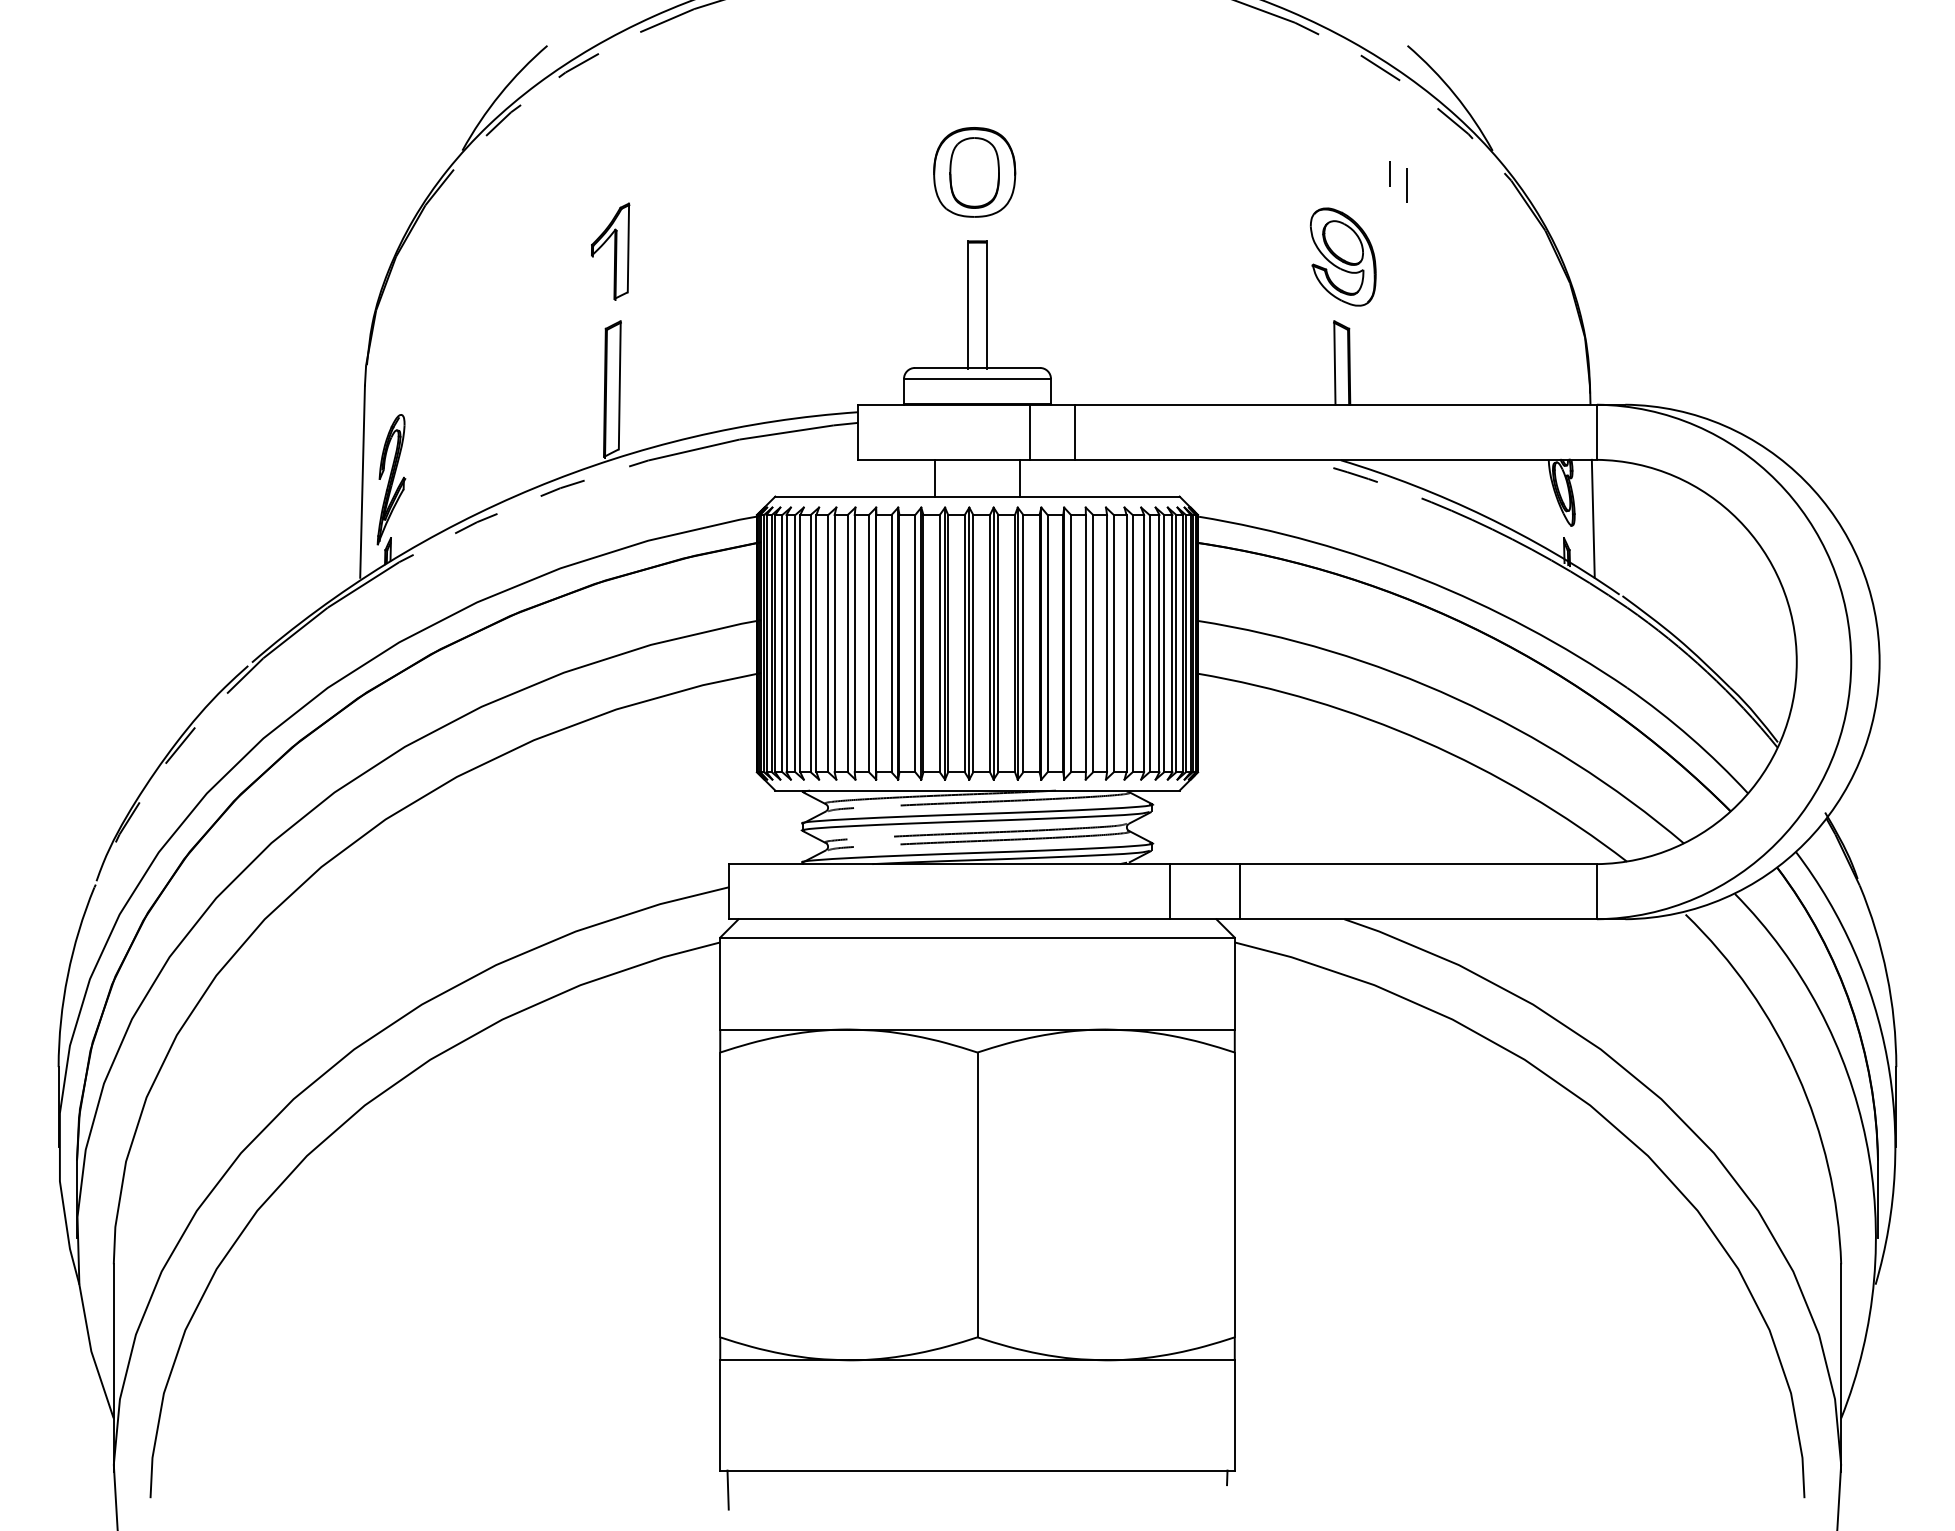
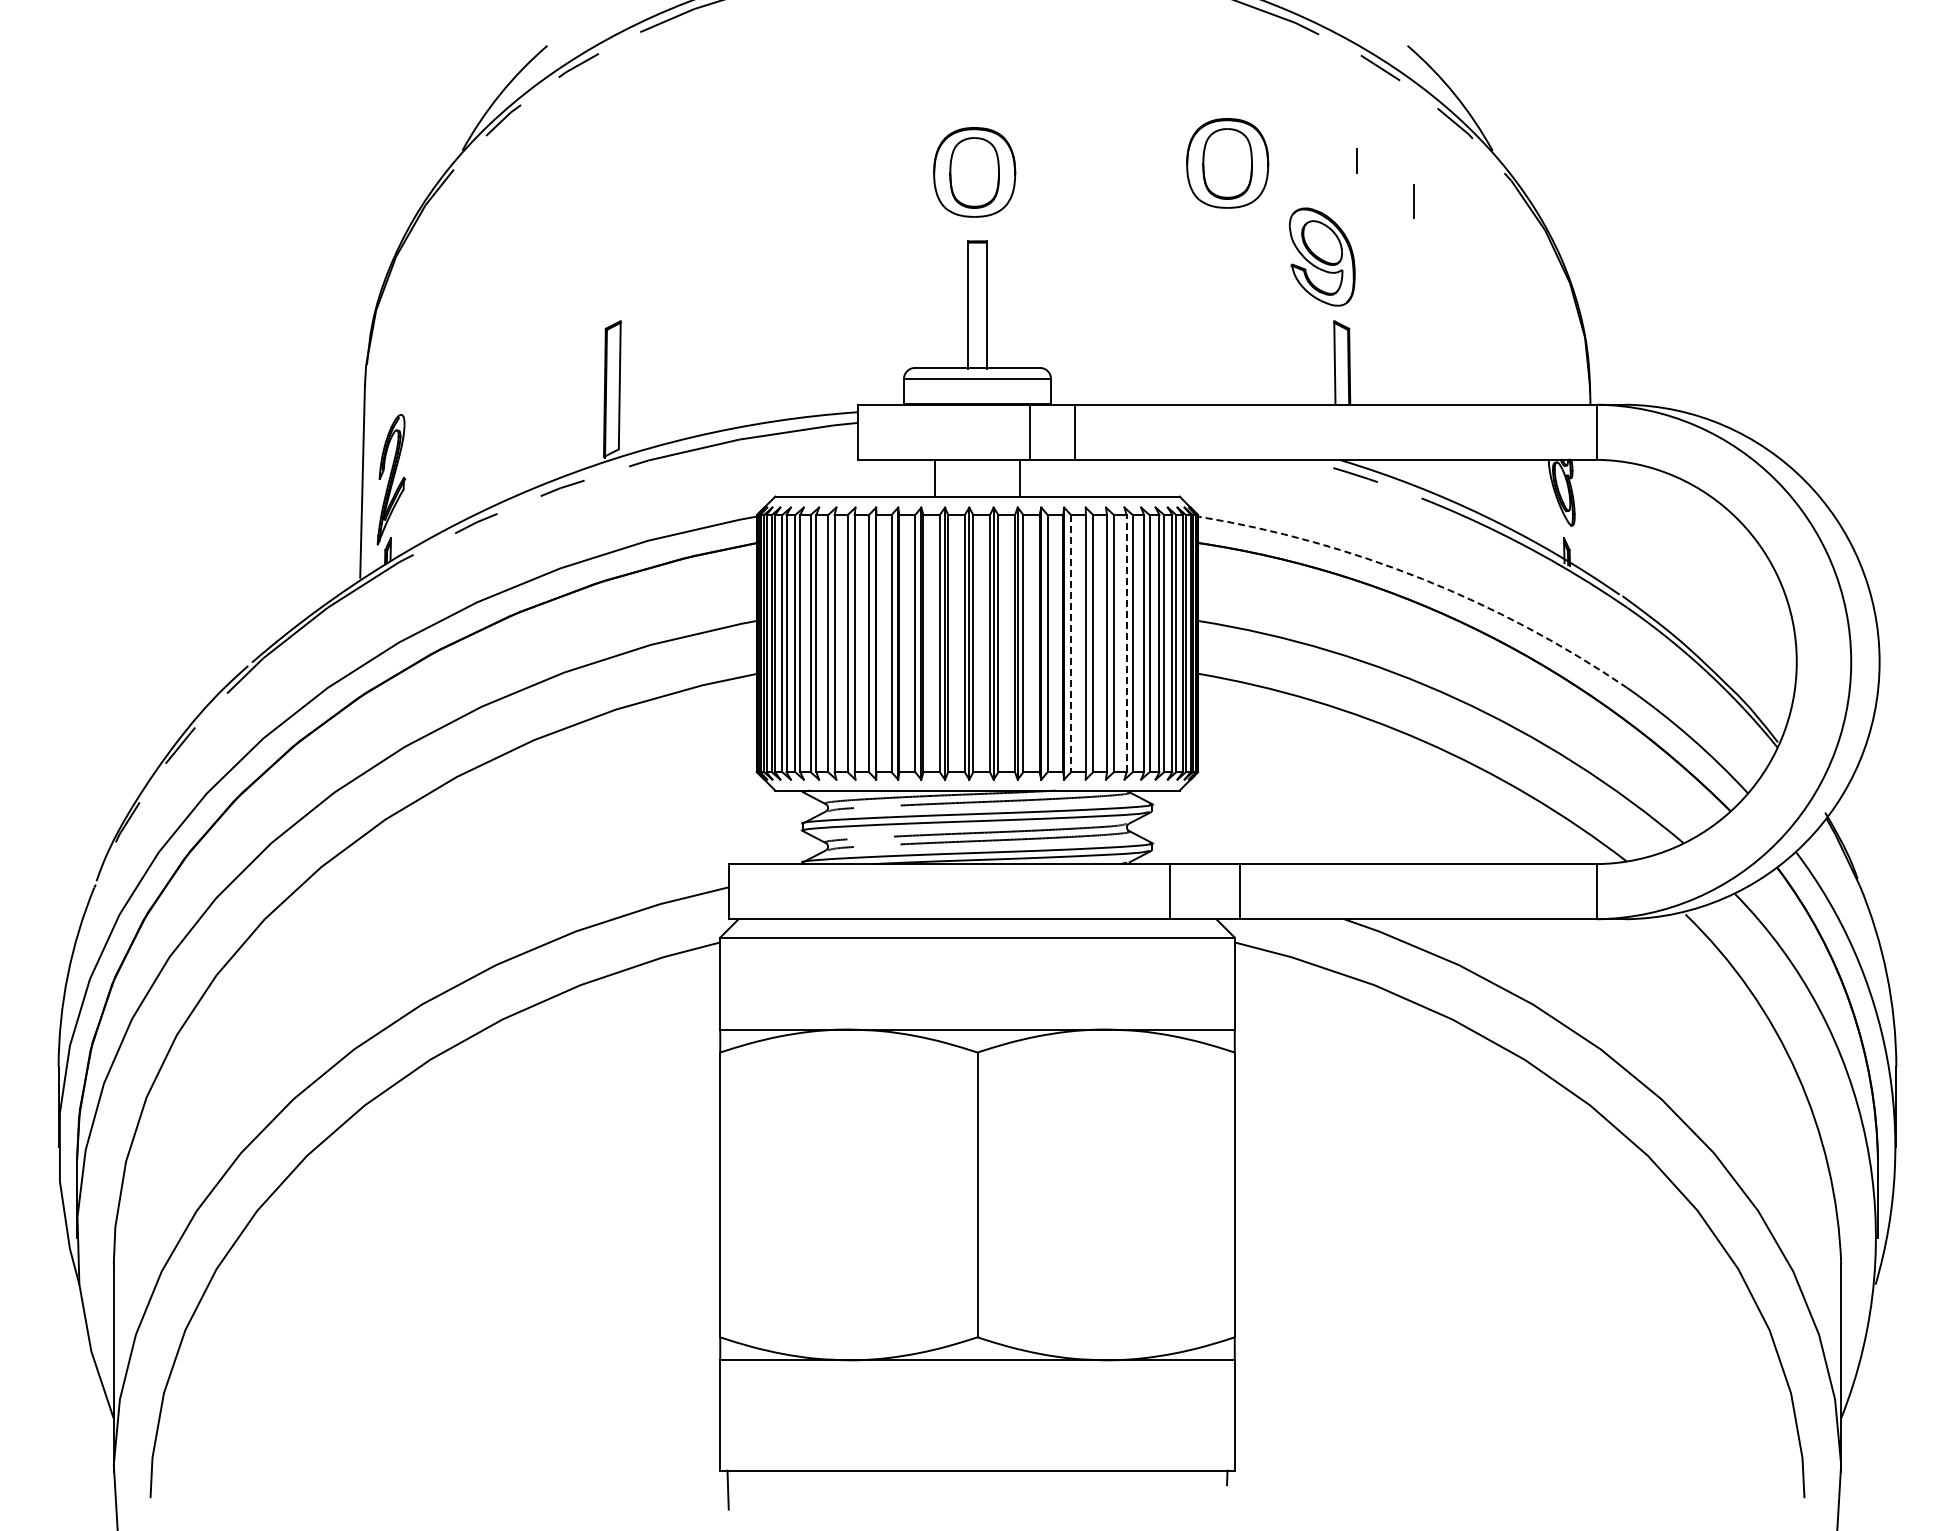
part at (1227, 163): none -> present
line at (1389, 173) position: (1389, 173) -> (1356, 160)
line at (1406, 185) position: (1406, 185) -> (1413, 201)
part at (610, 251): present -> none
part at (1342, 256) position: (1342, 256) -> (1321, 256)
line at (1592, 518): present -> none
arc at (1422, 579): solid -> dashed
line at (1070, 643): solid -> dashed
line at (1126, 643): solid -> dashed
